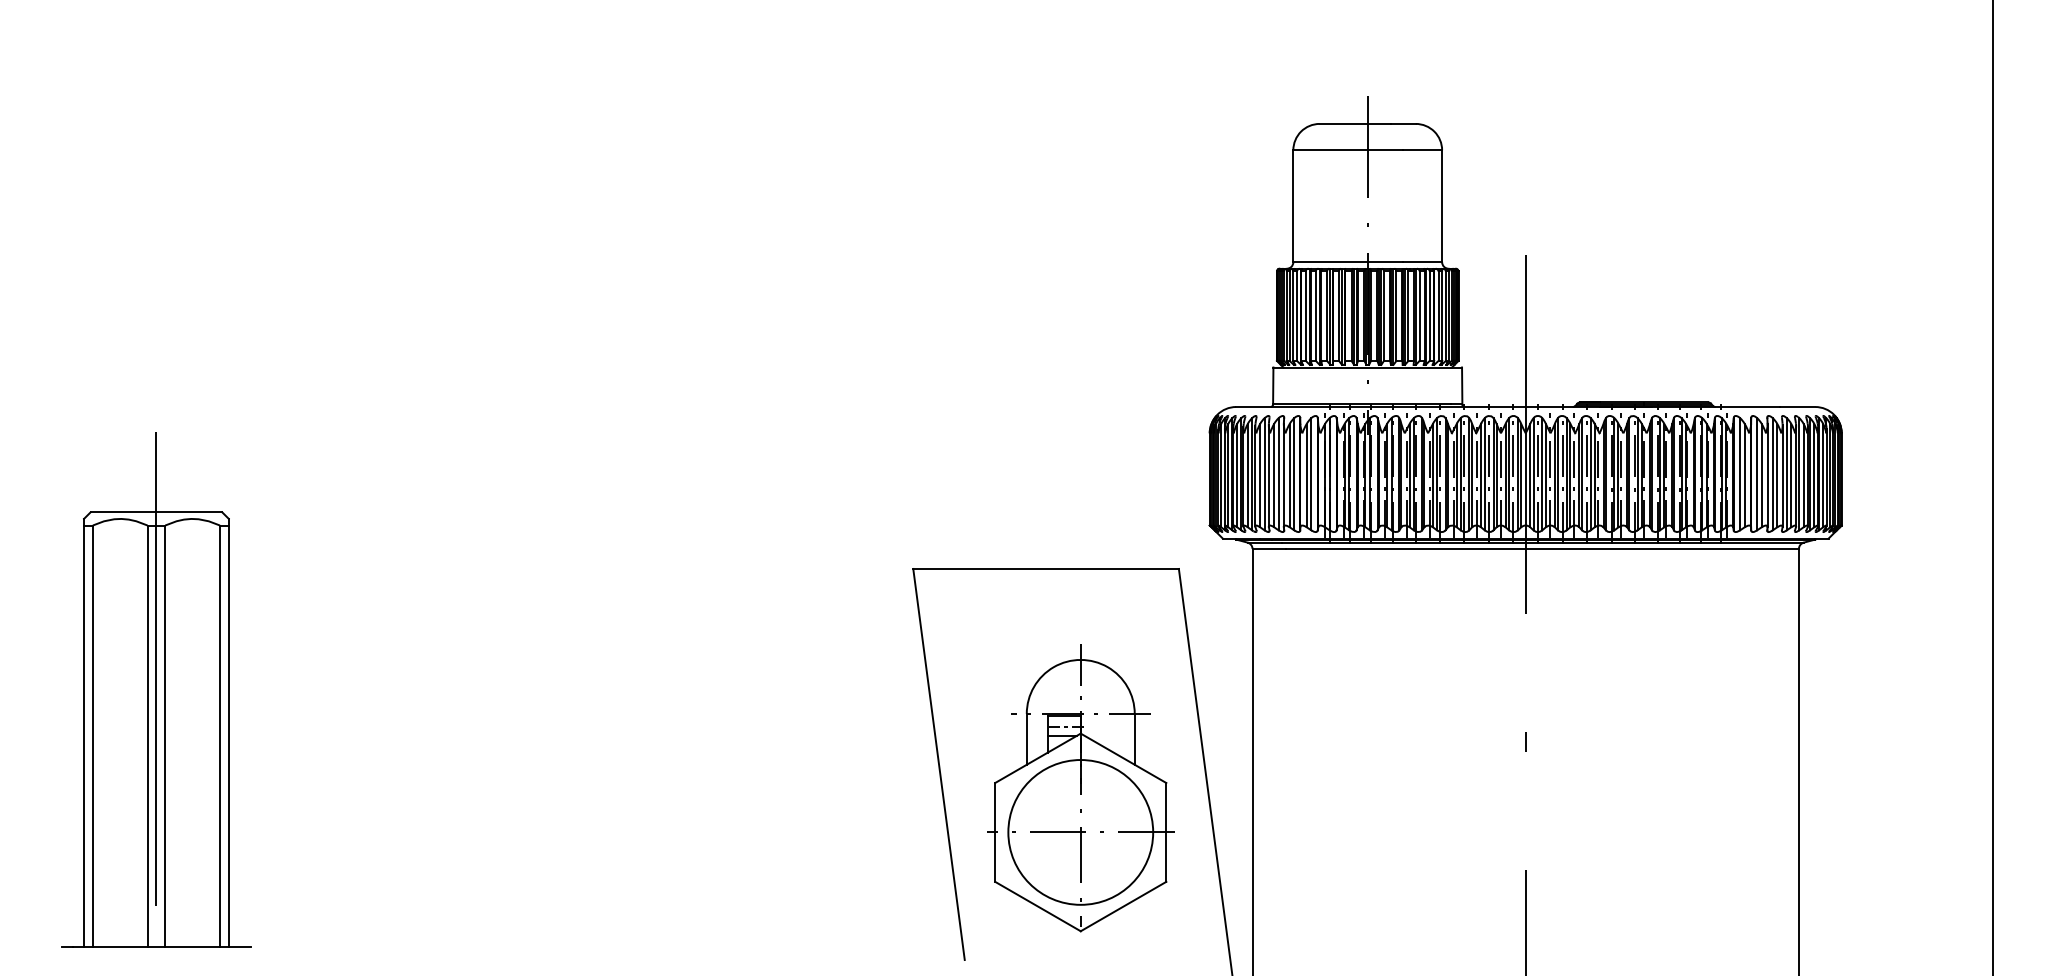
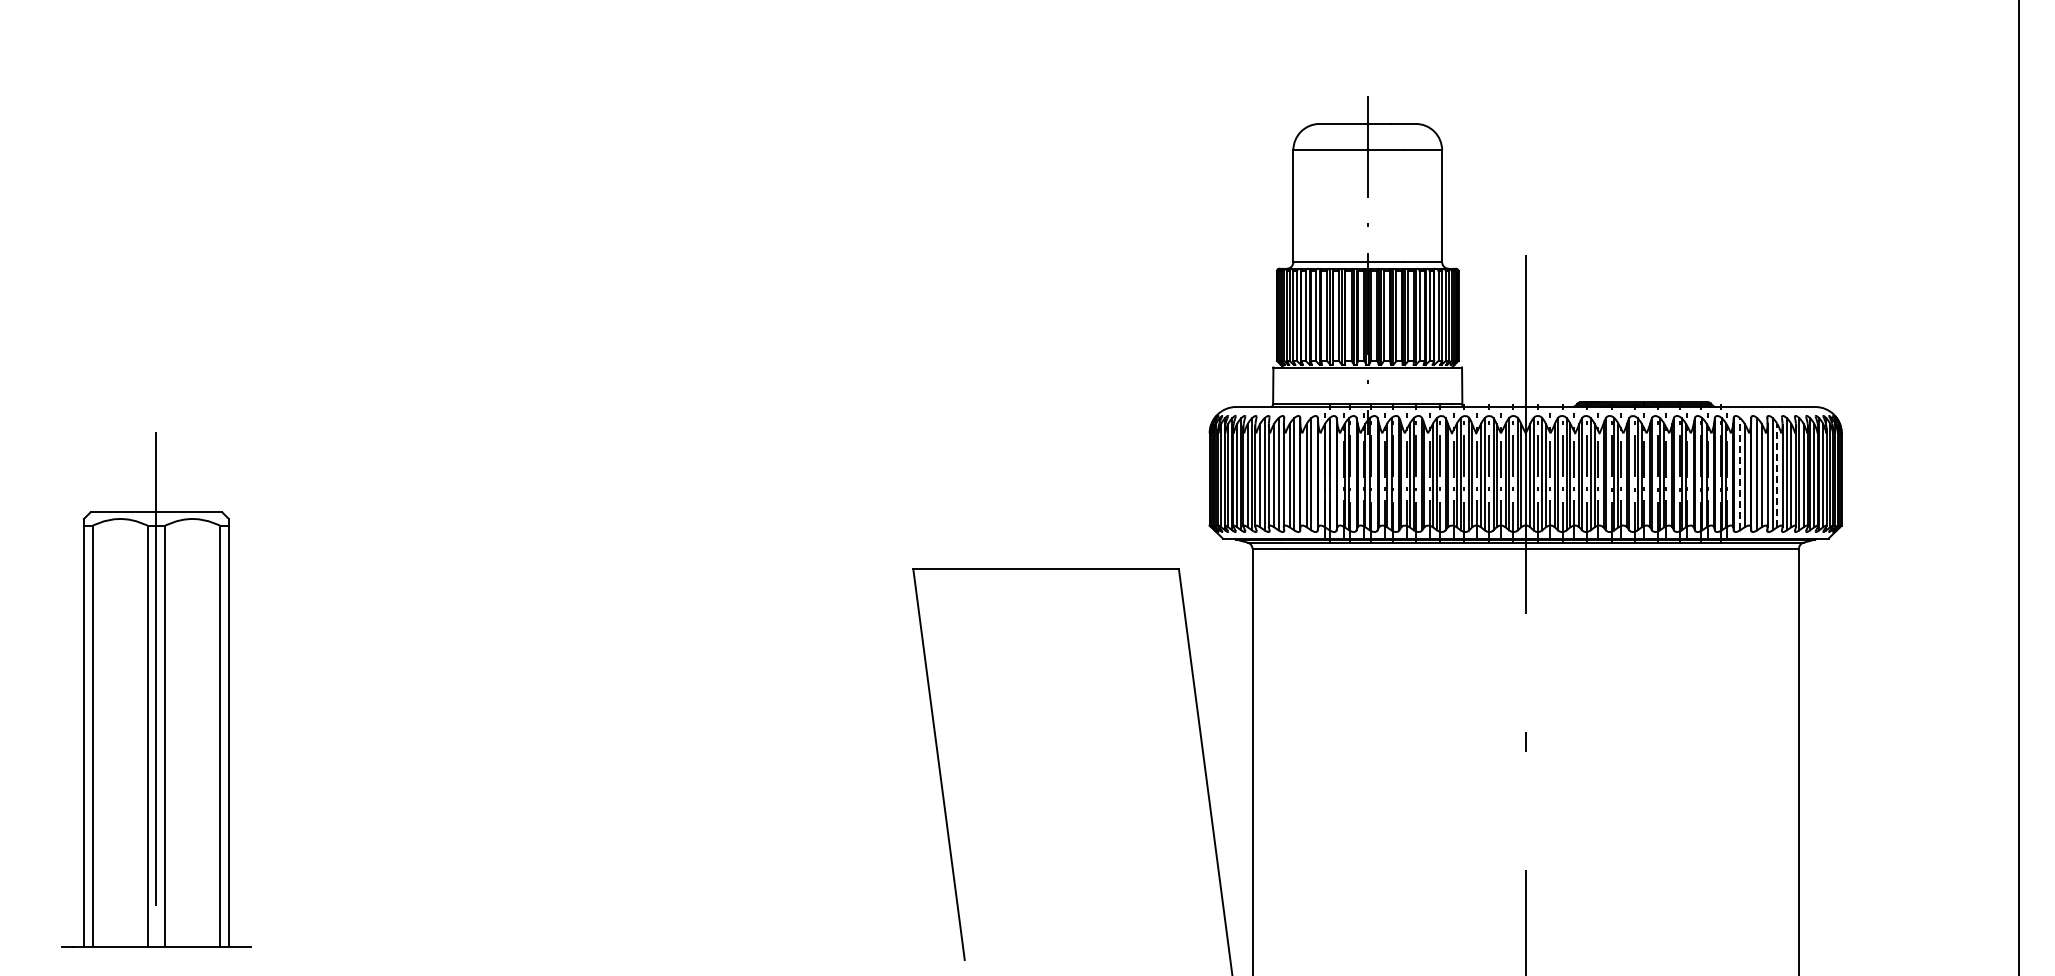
line at (1740, 473): solid -> dashed
line at (1777, 475): solid -> dashed
line at (1993, 487) position: (1993, 487) -> (2019, 487)
part at (1080, 788): present -> none
